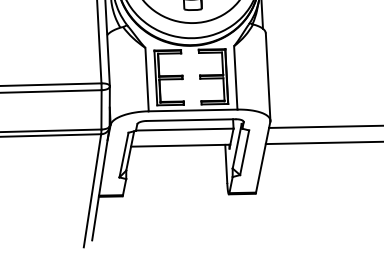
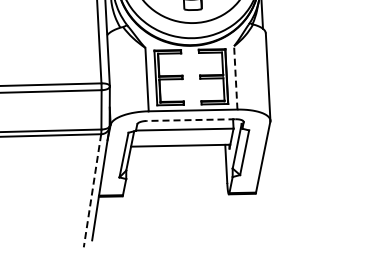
line at (235, 77): solid -> dashed
line at (190, 120): solid -> dashed
line at (324, 126): present -> none
line at (322, 142): present -> none
line at (92, 191): solid -> dashed
